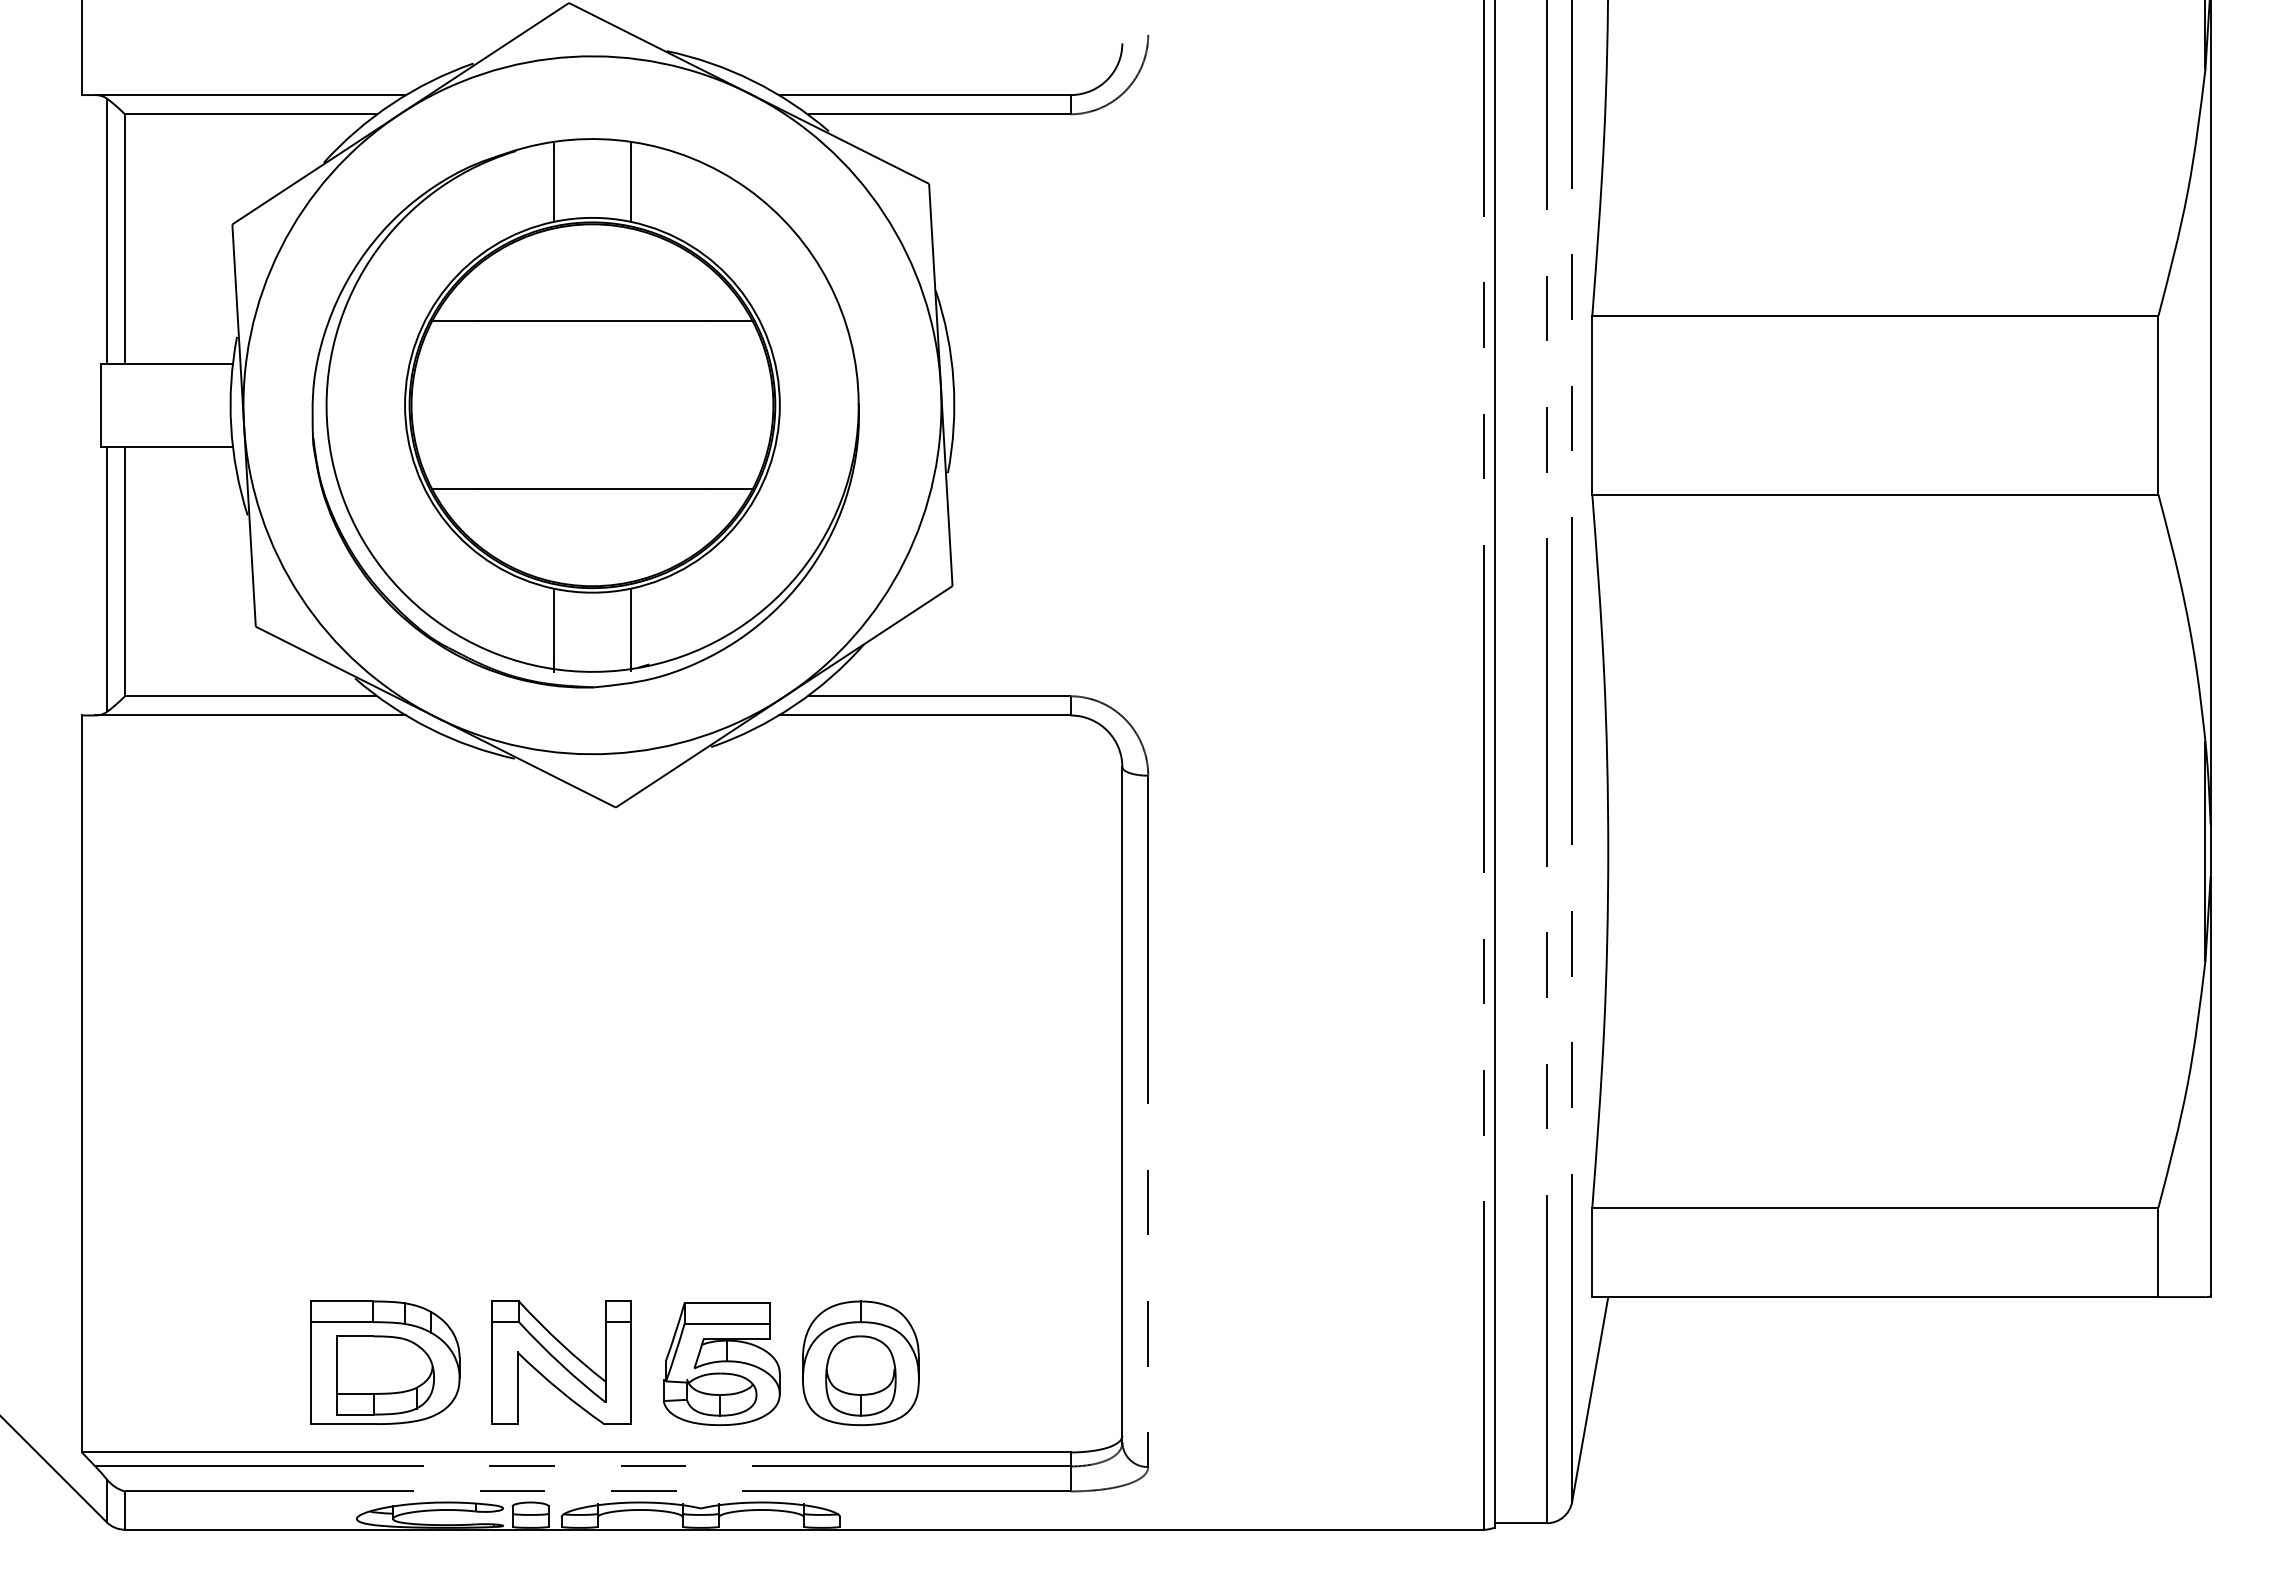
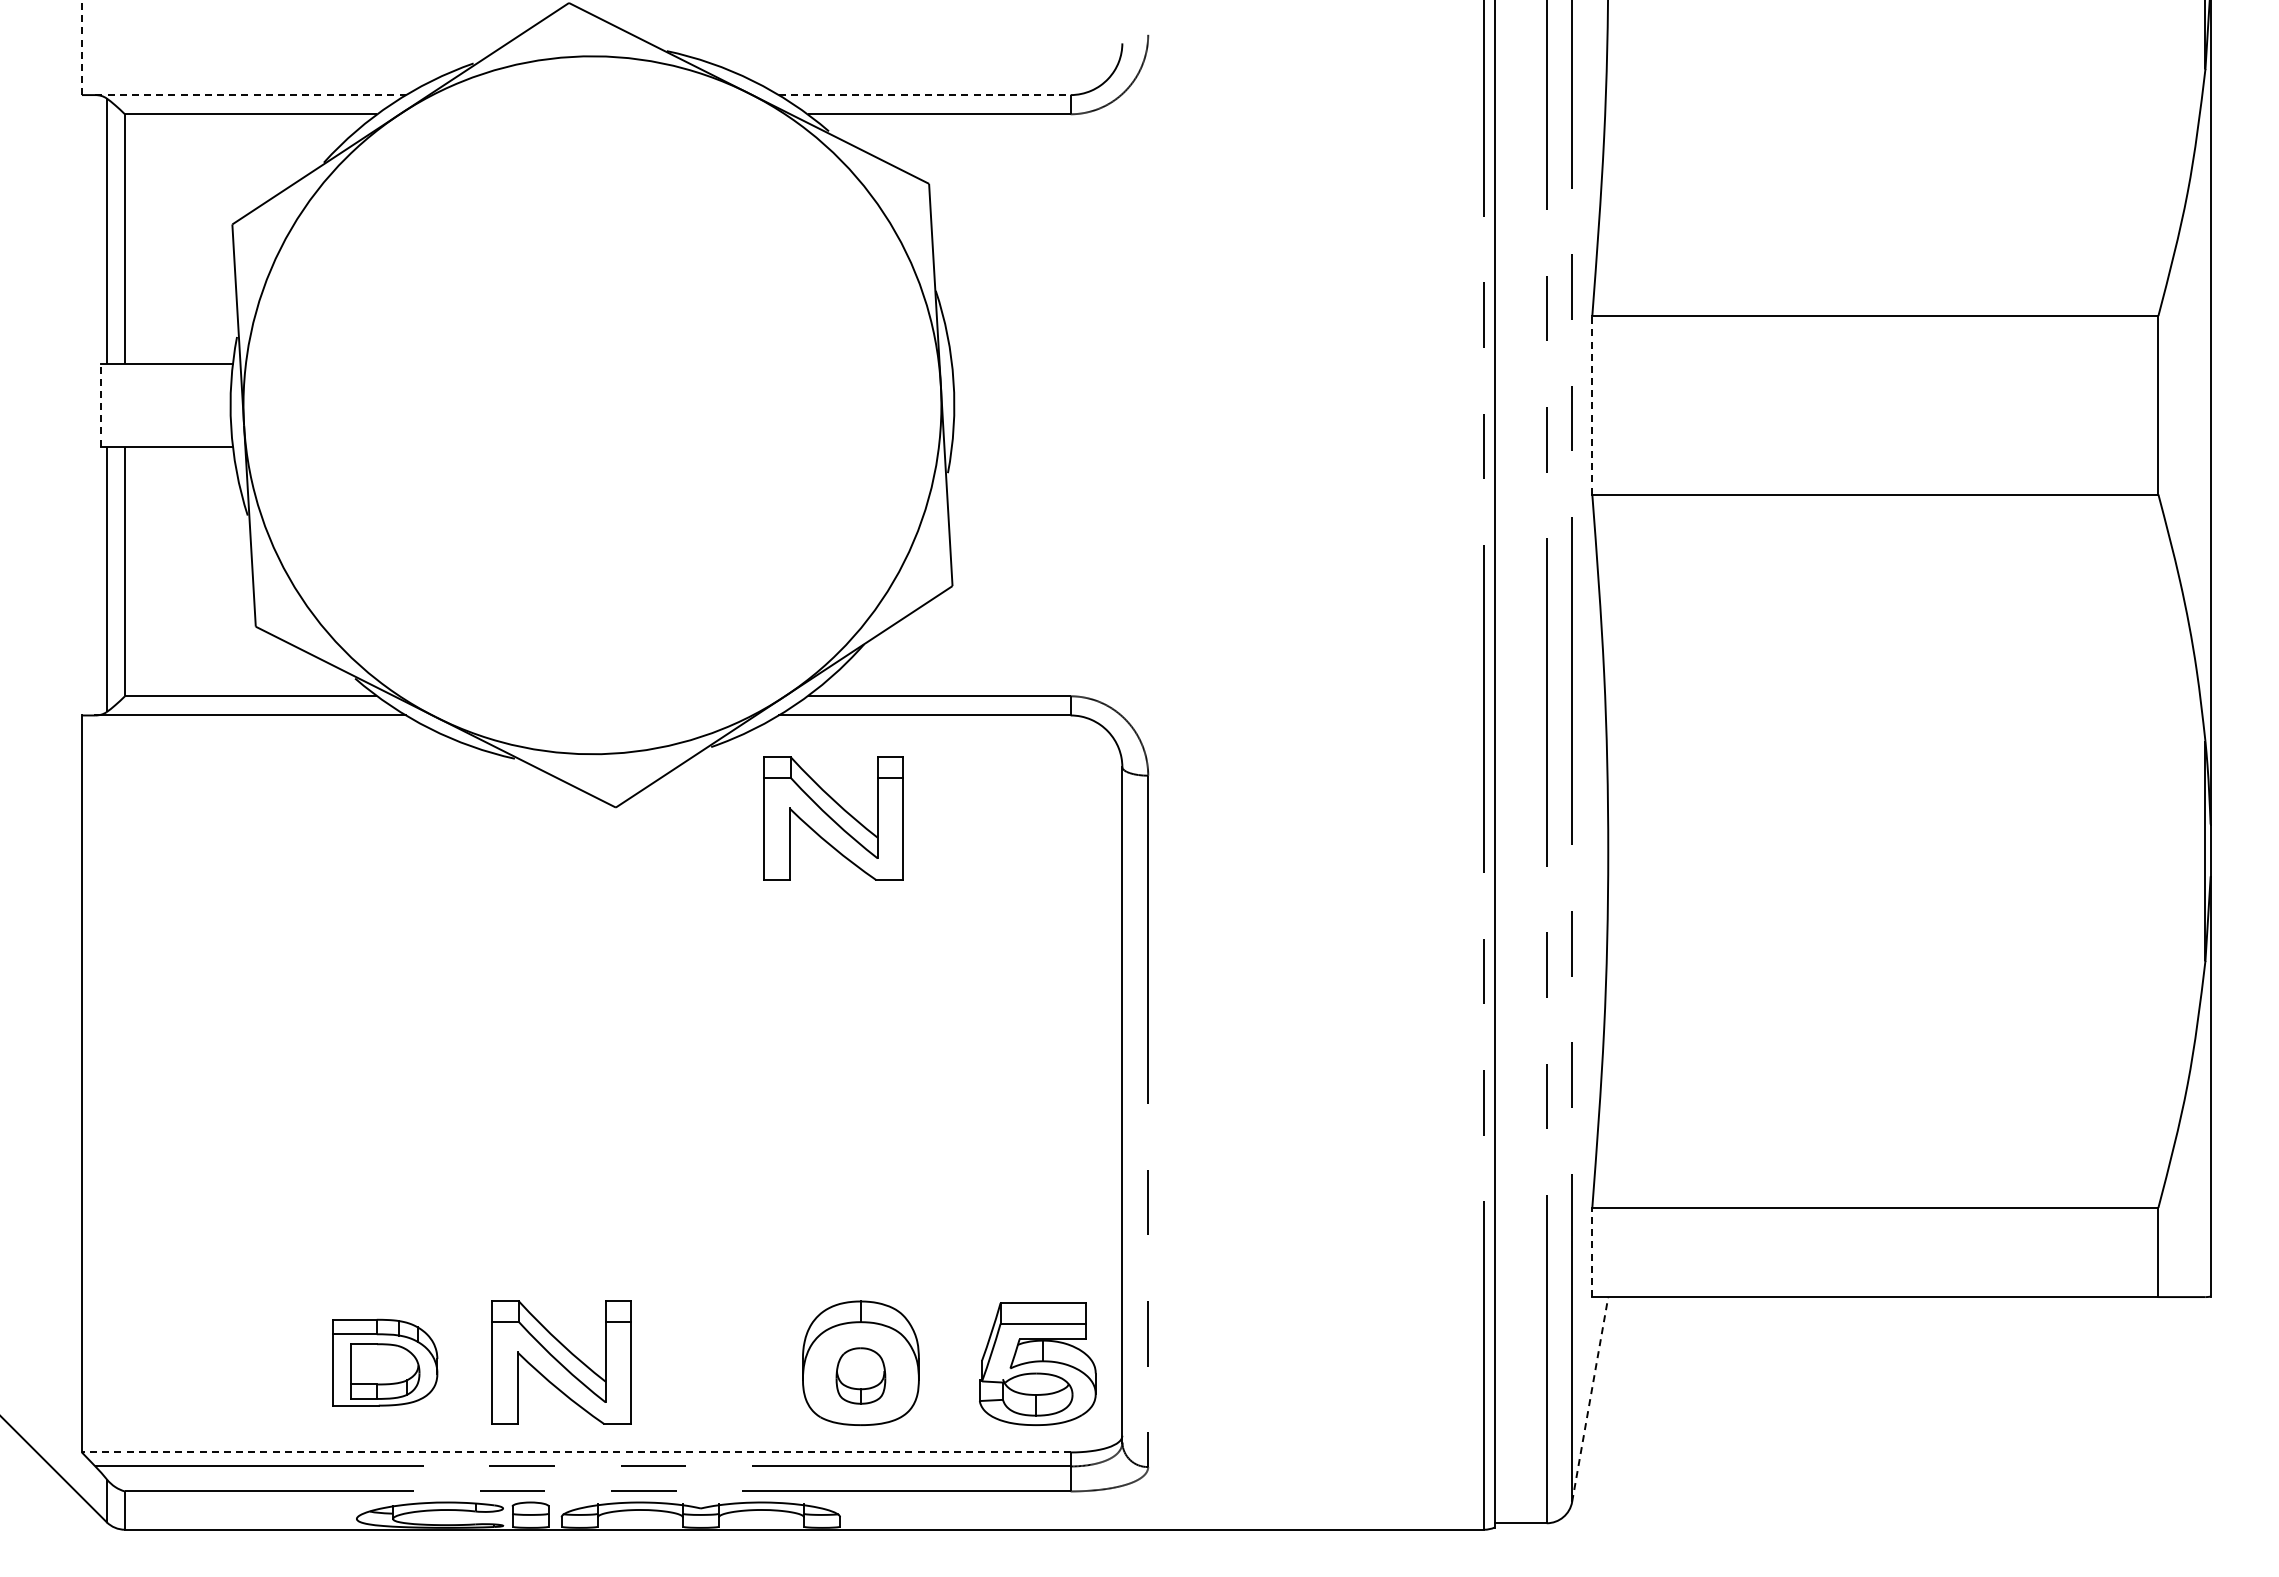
line at (81, 48): solid -> dashed
line at (251, 95): solid -> dashed
line at (924, 95): solid -> dashed
line at (101, 404): solid -> dashed
line at (1592, 404): solid -> dashed
part at (585, 413): present -> none
part at (833, 818): none -> present
line at (1592, 1252): solid -> dashed
part at (385, 1362) size: 151x125 px -> 107x89 px
part at (721, 1363) position: (721, 1363) -> (1037, 1363)
part at (860, 1375) size: 72x82 px -> 52x58 px
line at (1590, 1399): solid -> dashed
line at (575, 1452): solid -> dashed
